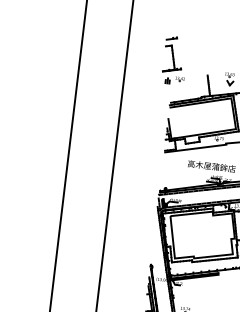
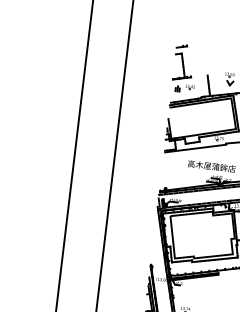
part at (173, 60) position: (173, 60) -> (183, 68)
line at (68, 155) position: (68, 155) -> (74, 155)
